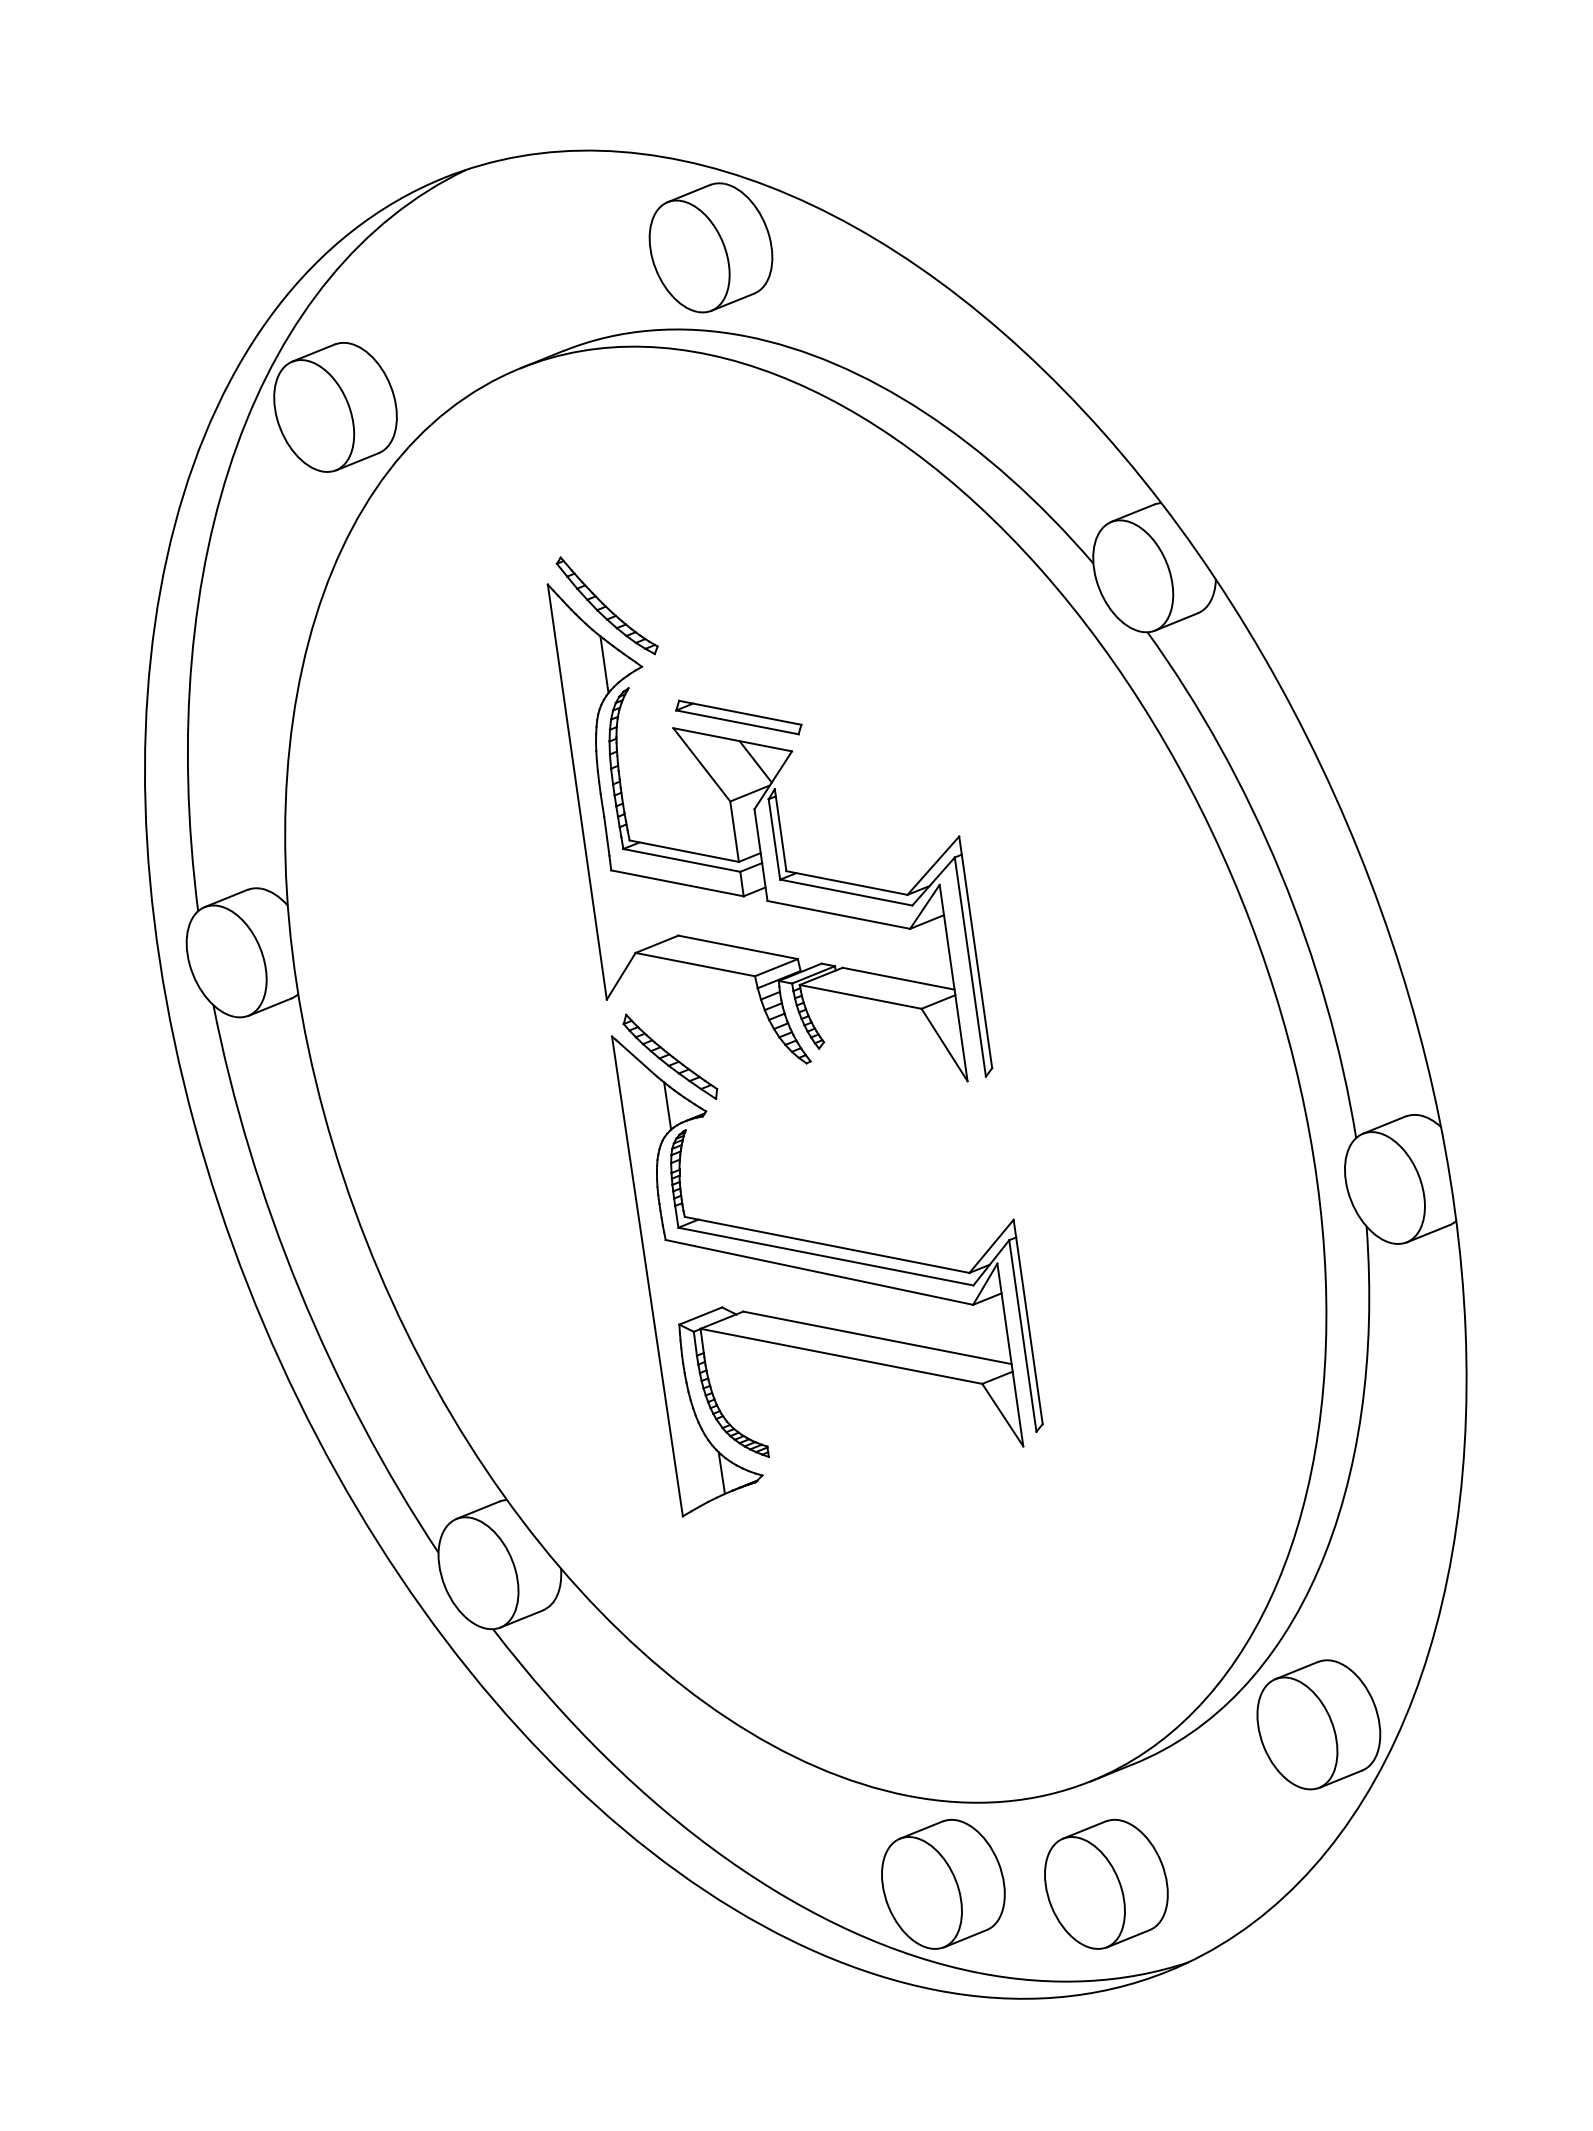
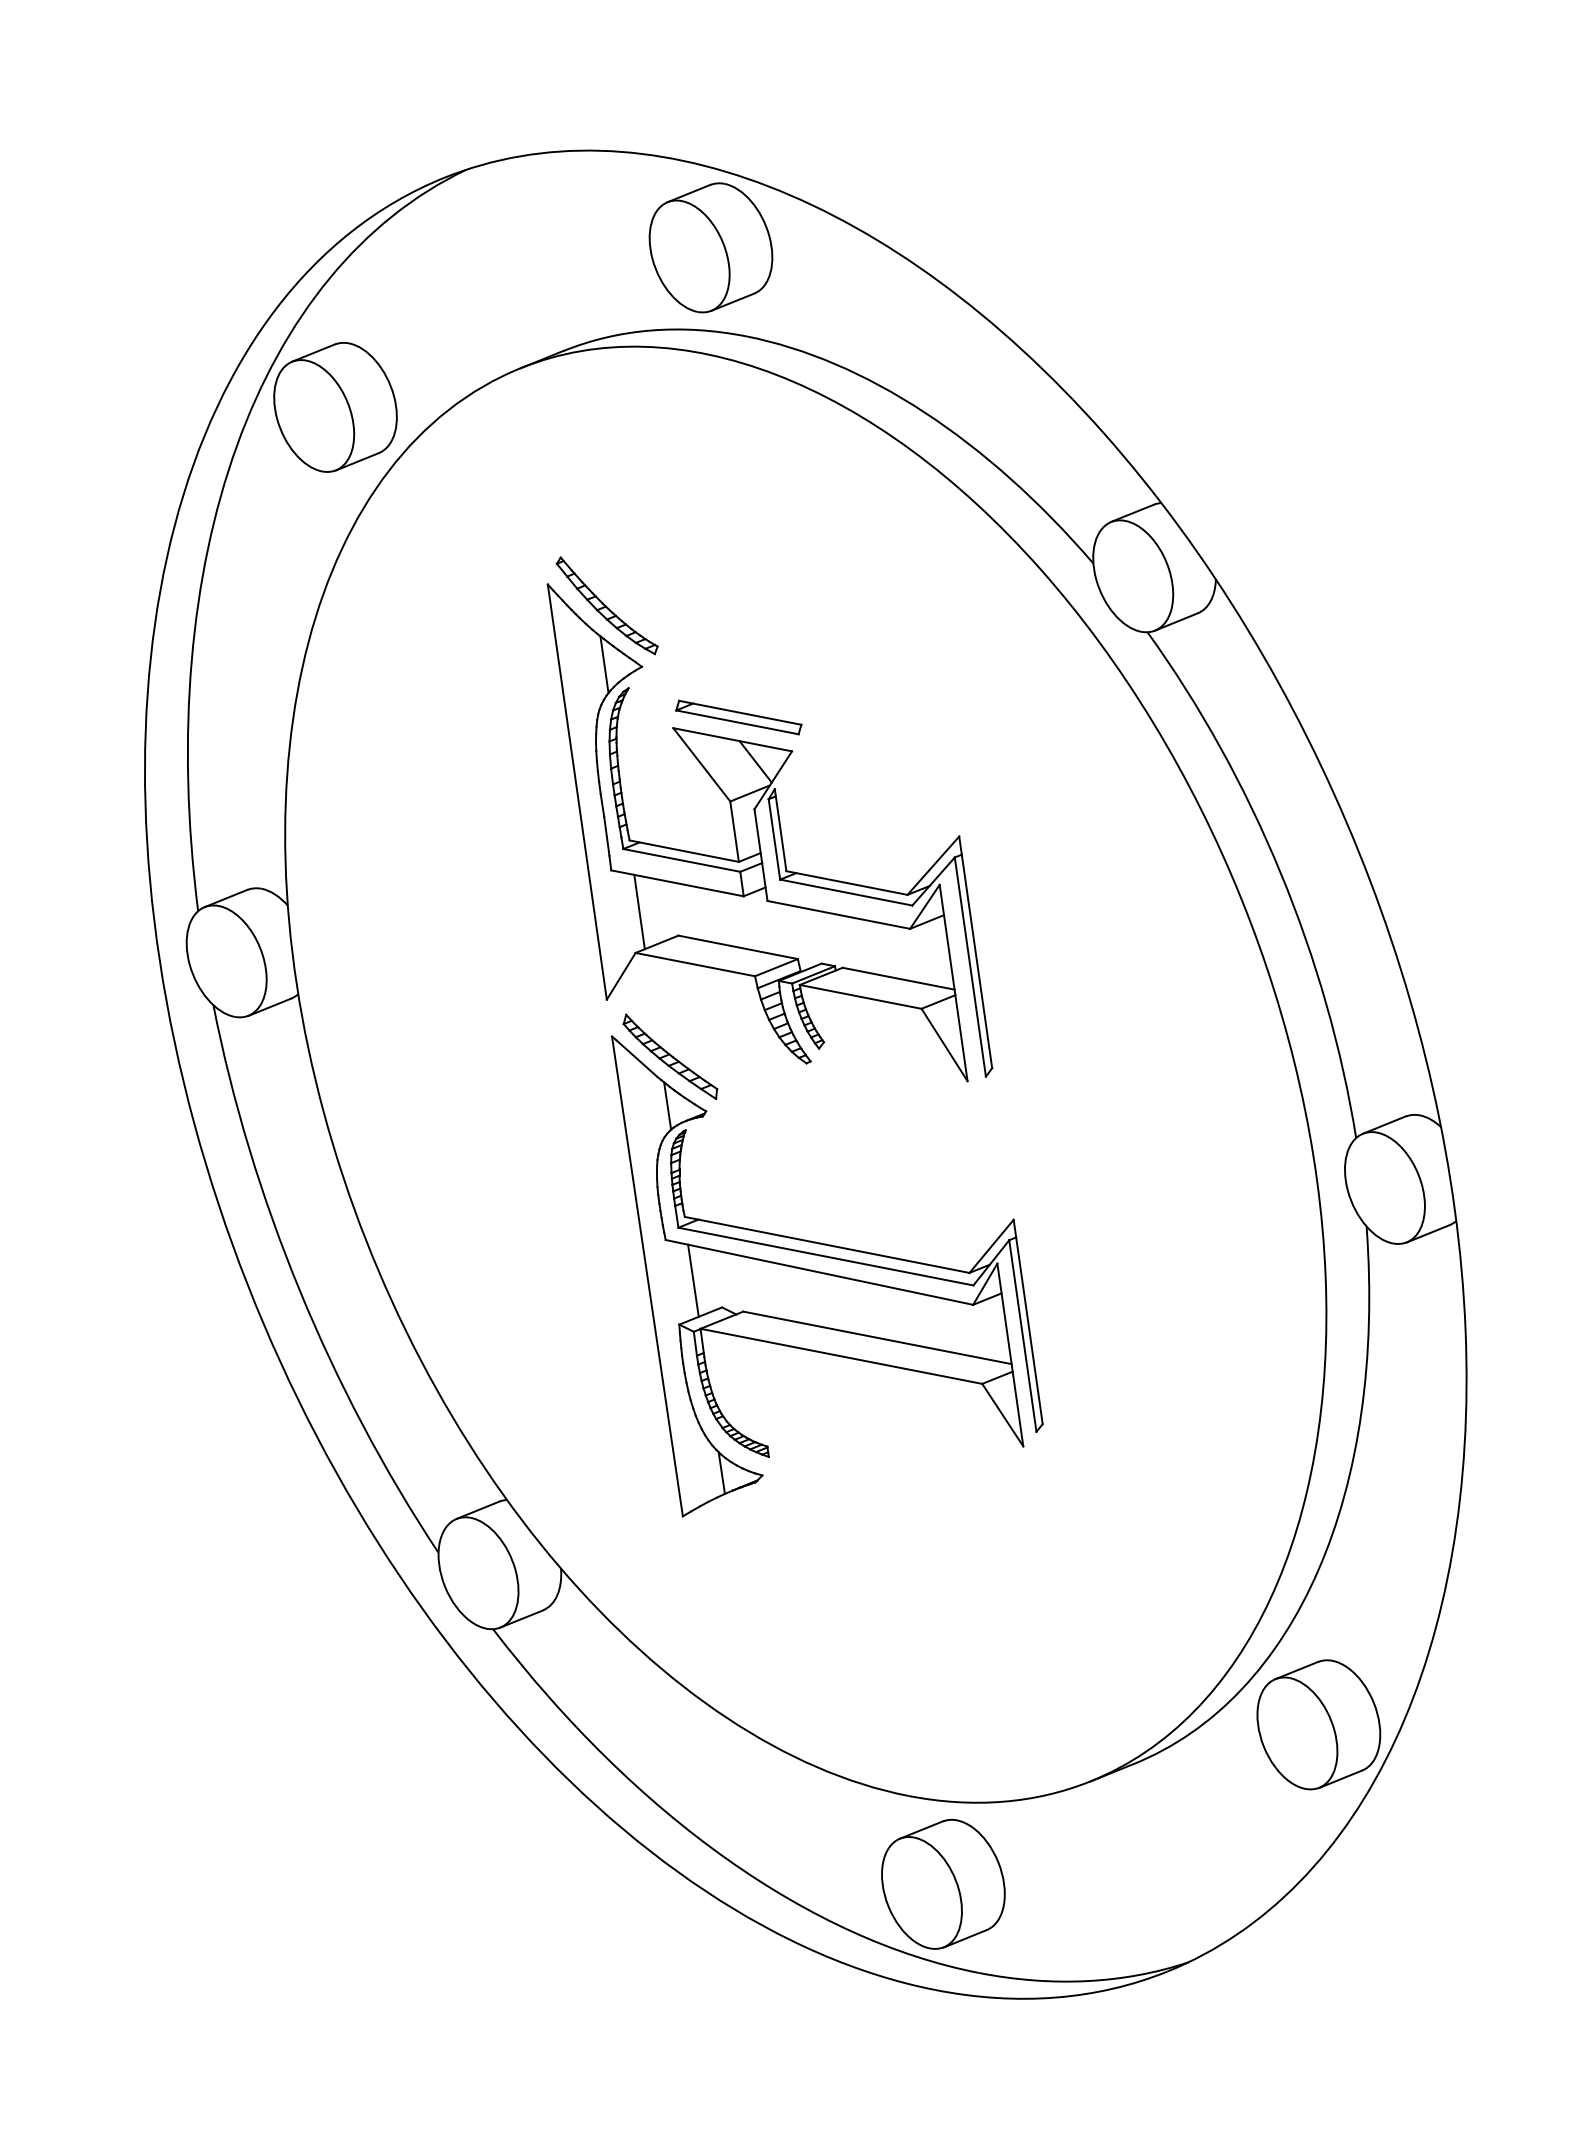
line at (639, 911): none -> present
line at (693, 1280): none -> present
part at (1106, 1883): present -> none
